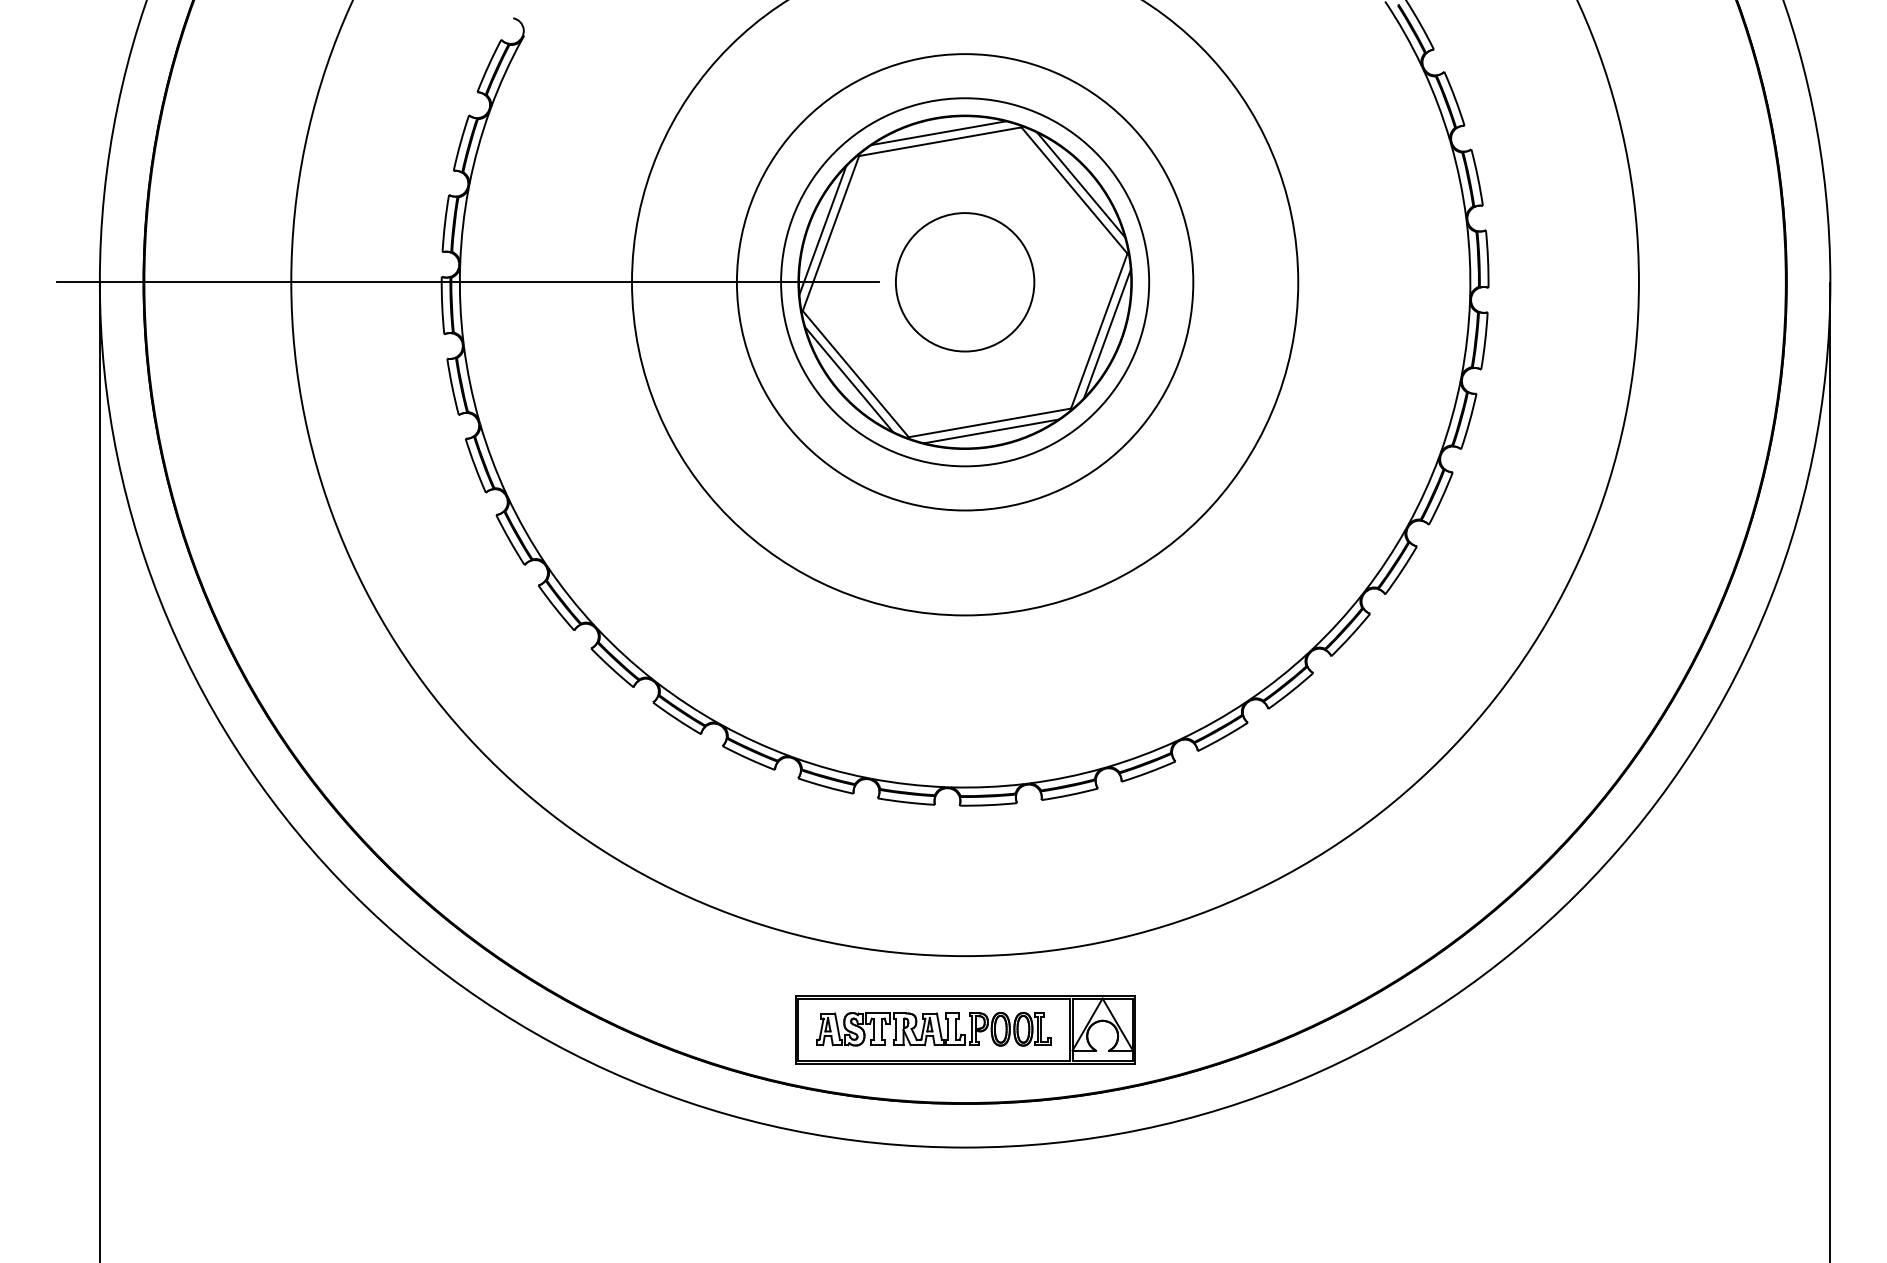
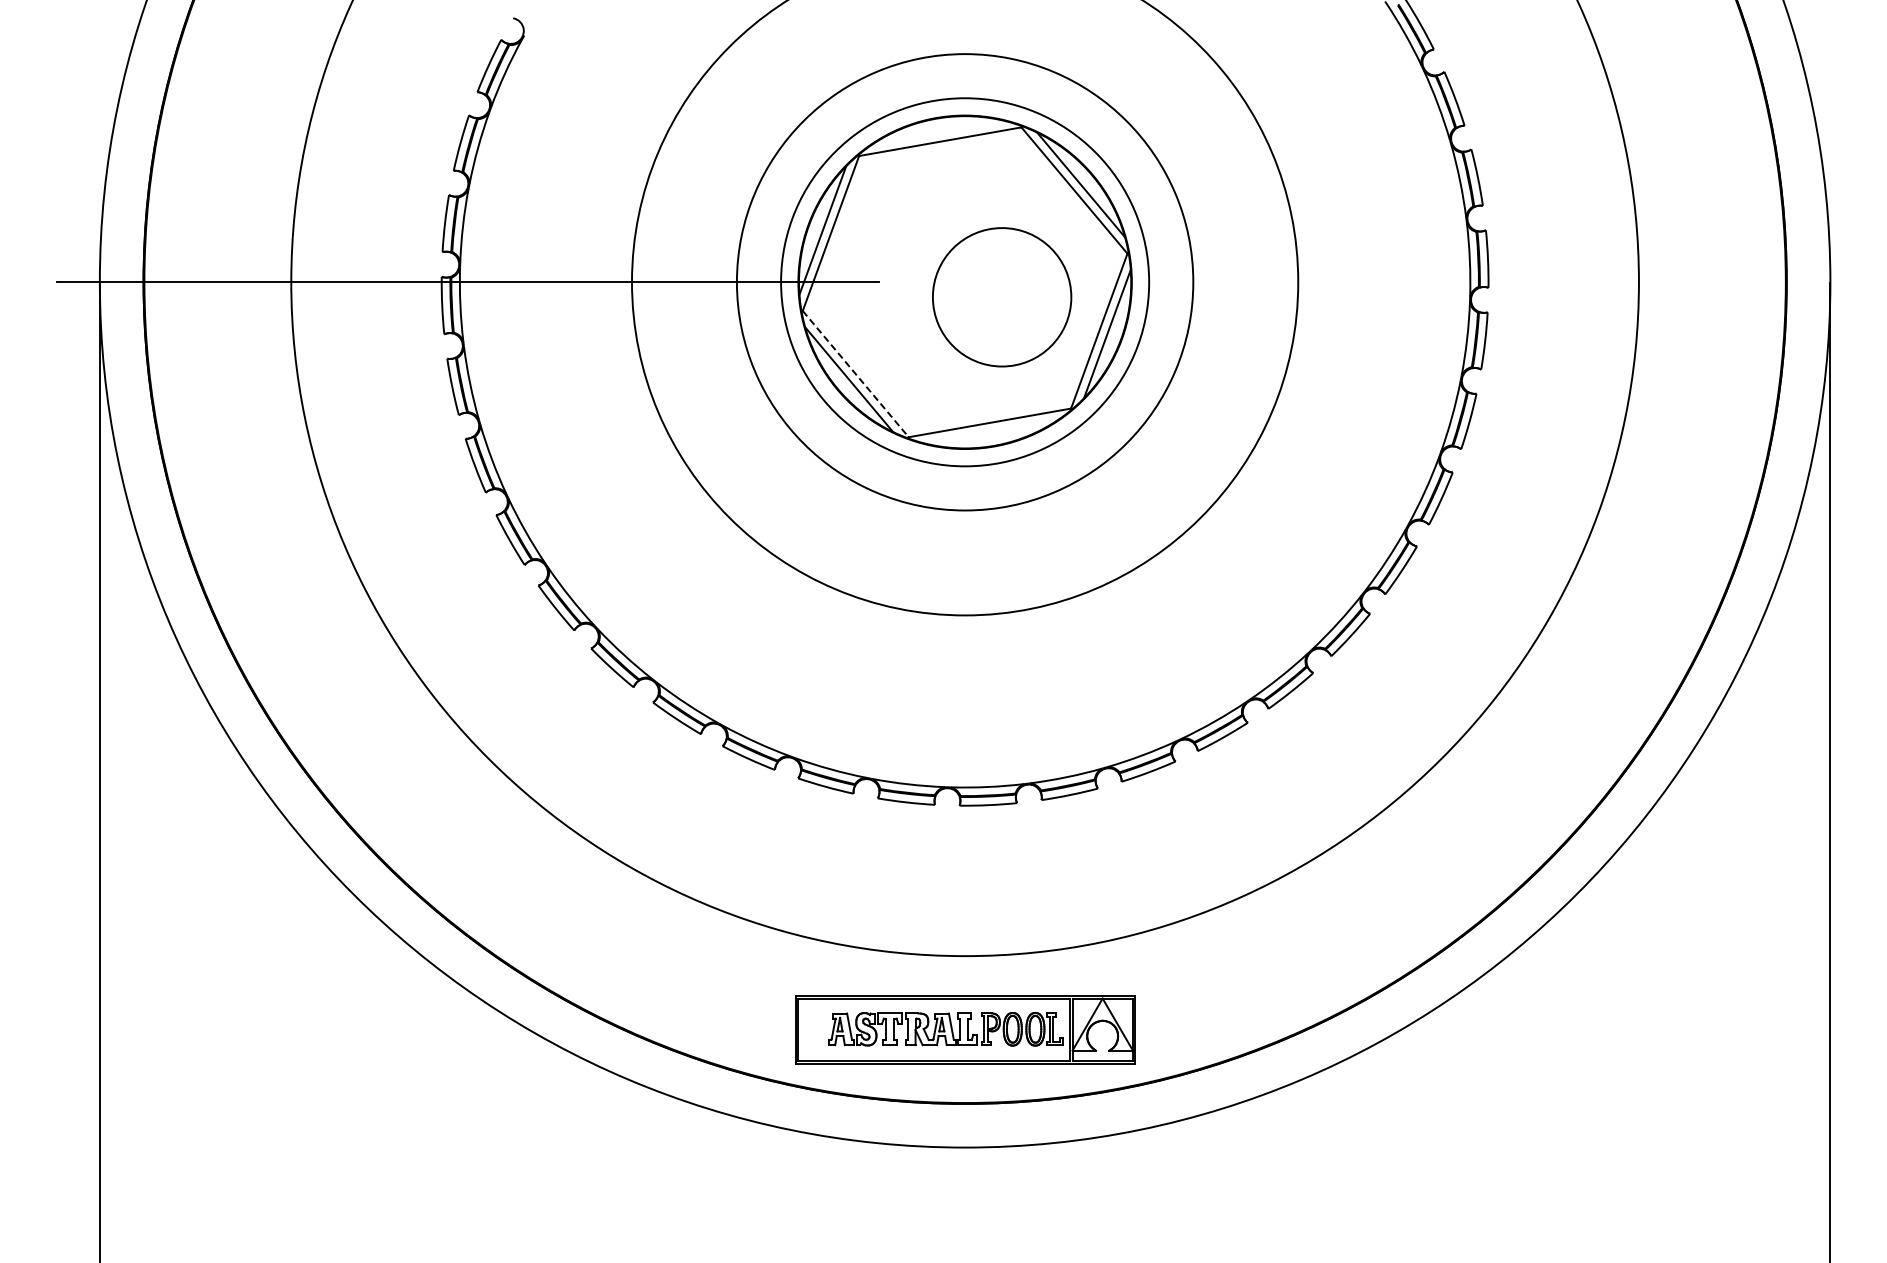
line at (938, 133): present -> none
circle at (965, 282) position: (965, 282) -> (1002, 297)
line at (856, 374): solid -> dashed
line at (991, 431): present -> none
part at (933, 1029) position: (933, 1029) -> (945, 1029)
